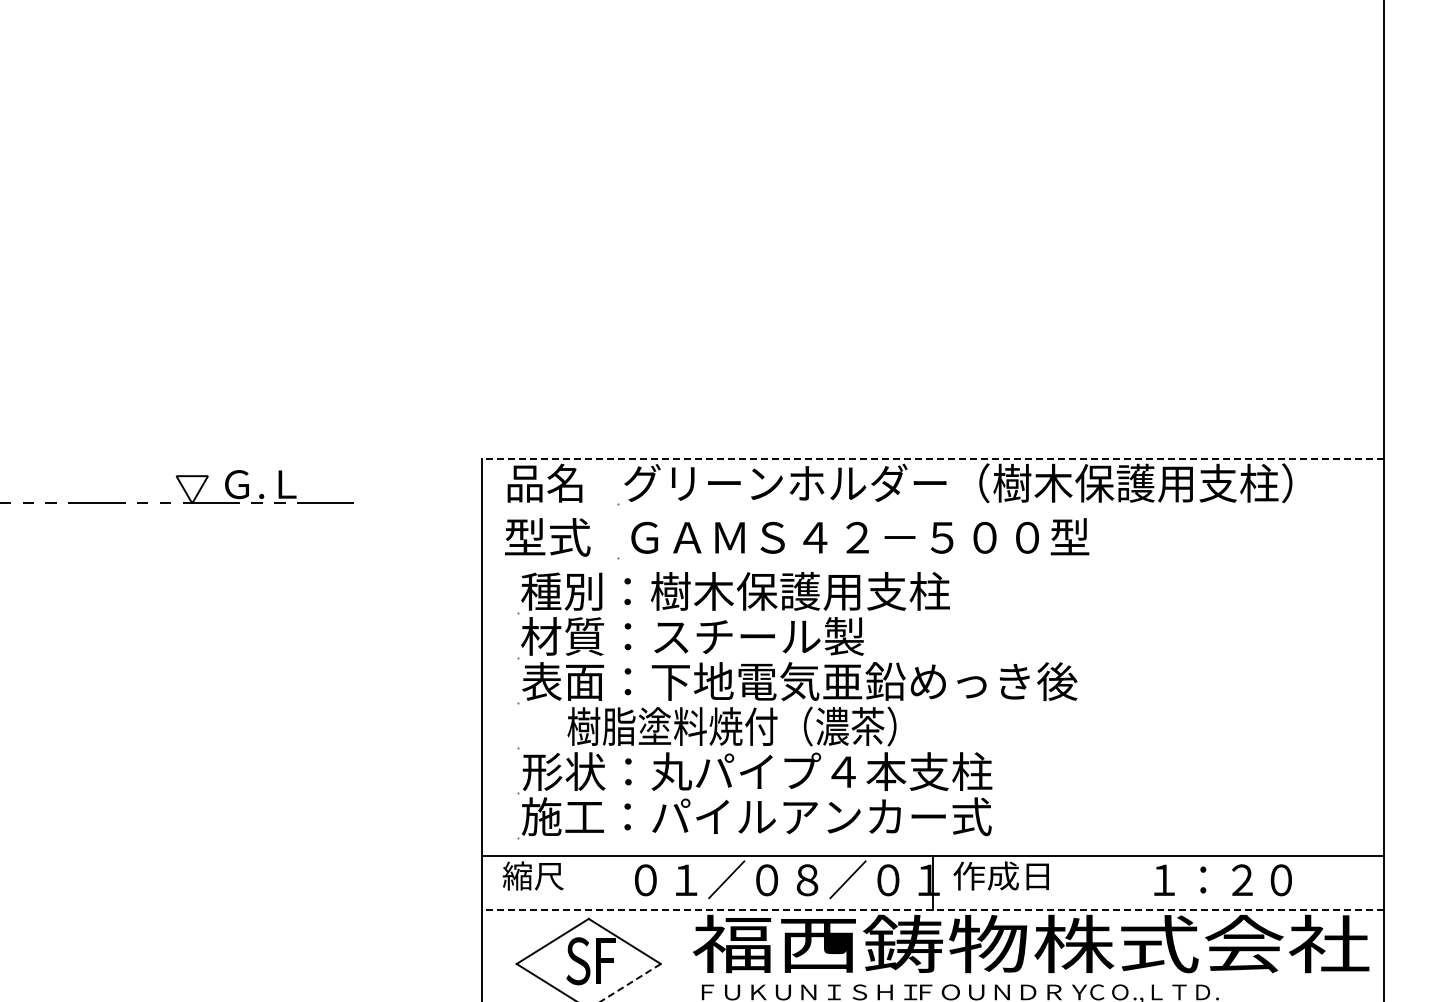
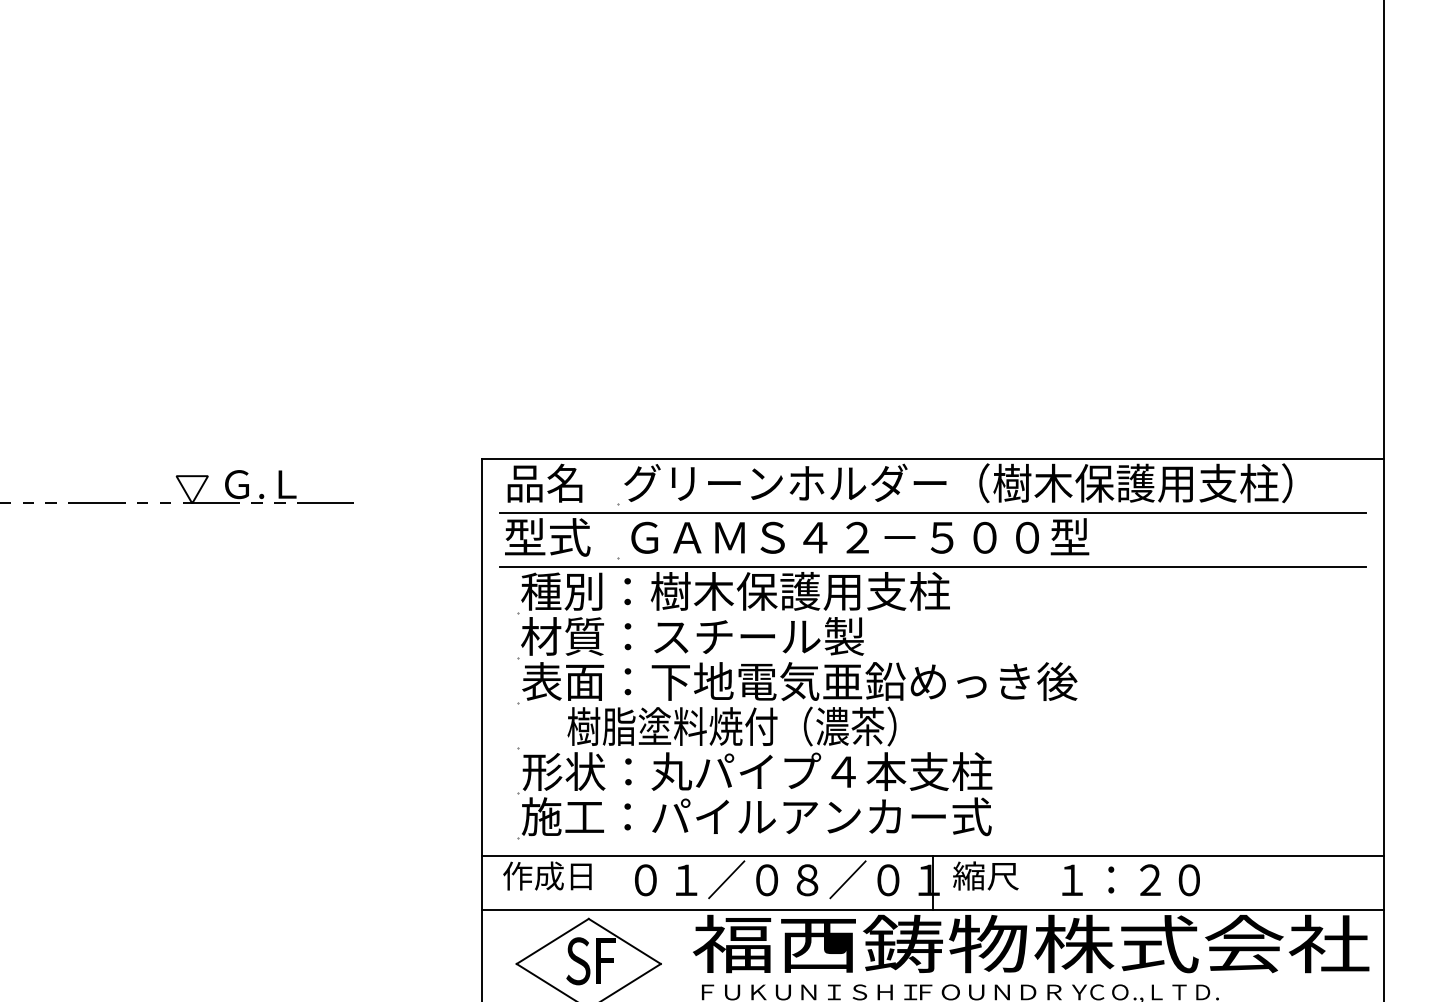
line at (933, 459): dashed -> solid
line at (932, 513): none -> present
line at (932, 567): none -> present
text at (546, 875): 縮尺 -> 作成日
text at (1000, 875): 作成日 -> 縮尺
text at (1222, 880) position: (1222, 880) -> (1130, 880)
line at (933, 909): dashed -> solid
line at (630, 982): dashed -> solid
